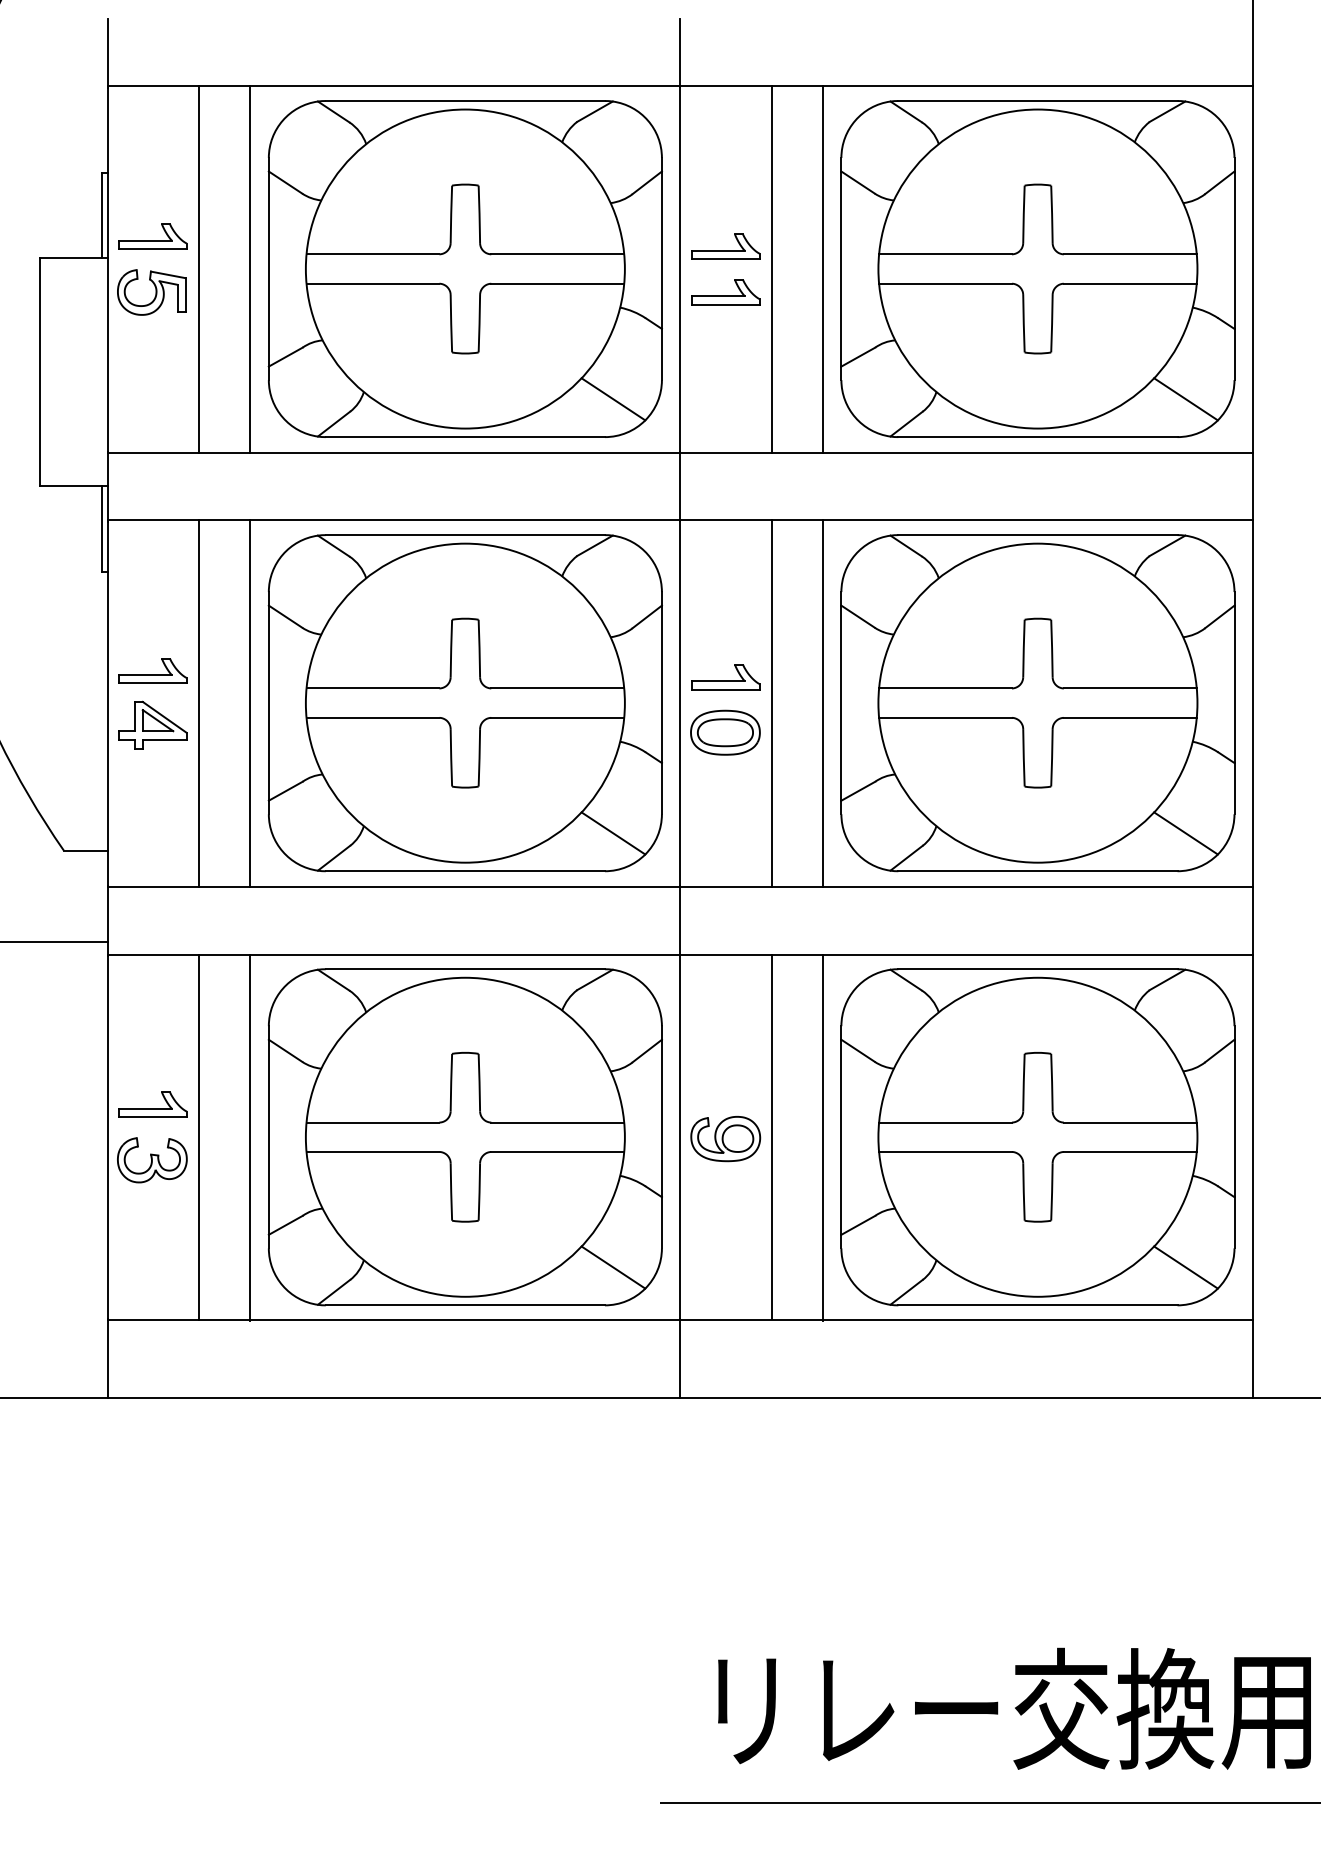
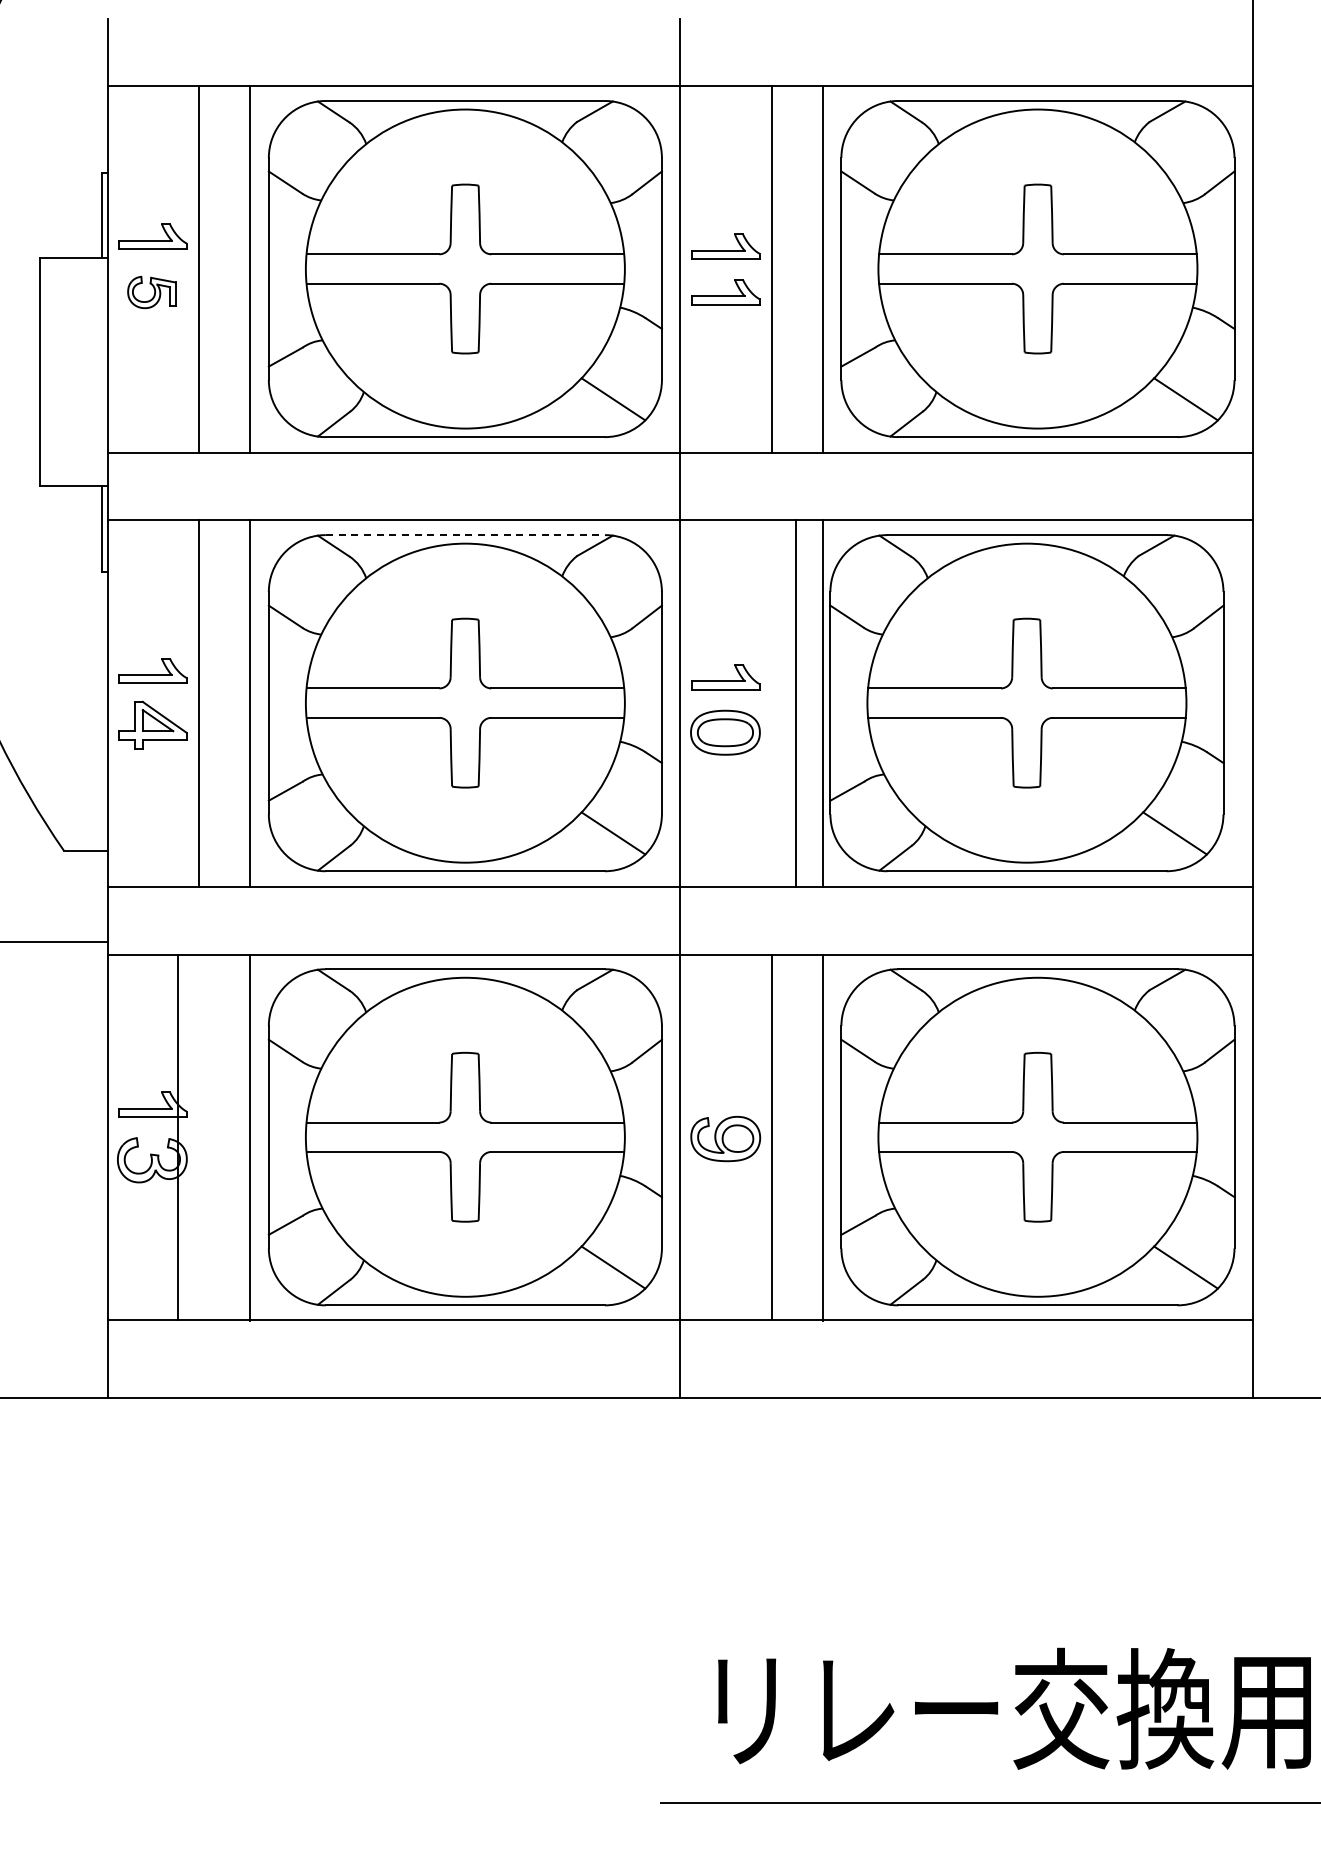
part at (151, 292) size: 70x47 px -> 50x35 px
line at (465, 535): solid -> dashed
line at (771, 703) position: (771, 703) -> (795, 703)
part at (1037, 703) position: (1037, 703) -> (1026, 703)
line at (199, 1137) position: (199, 1137) -> (178, 1137)
